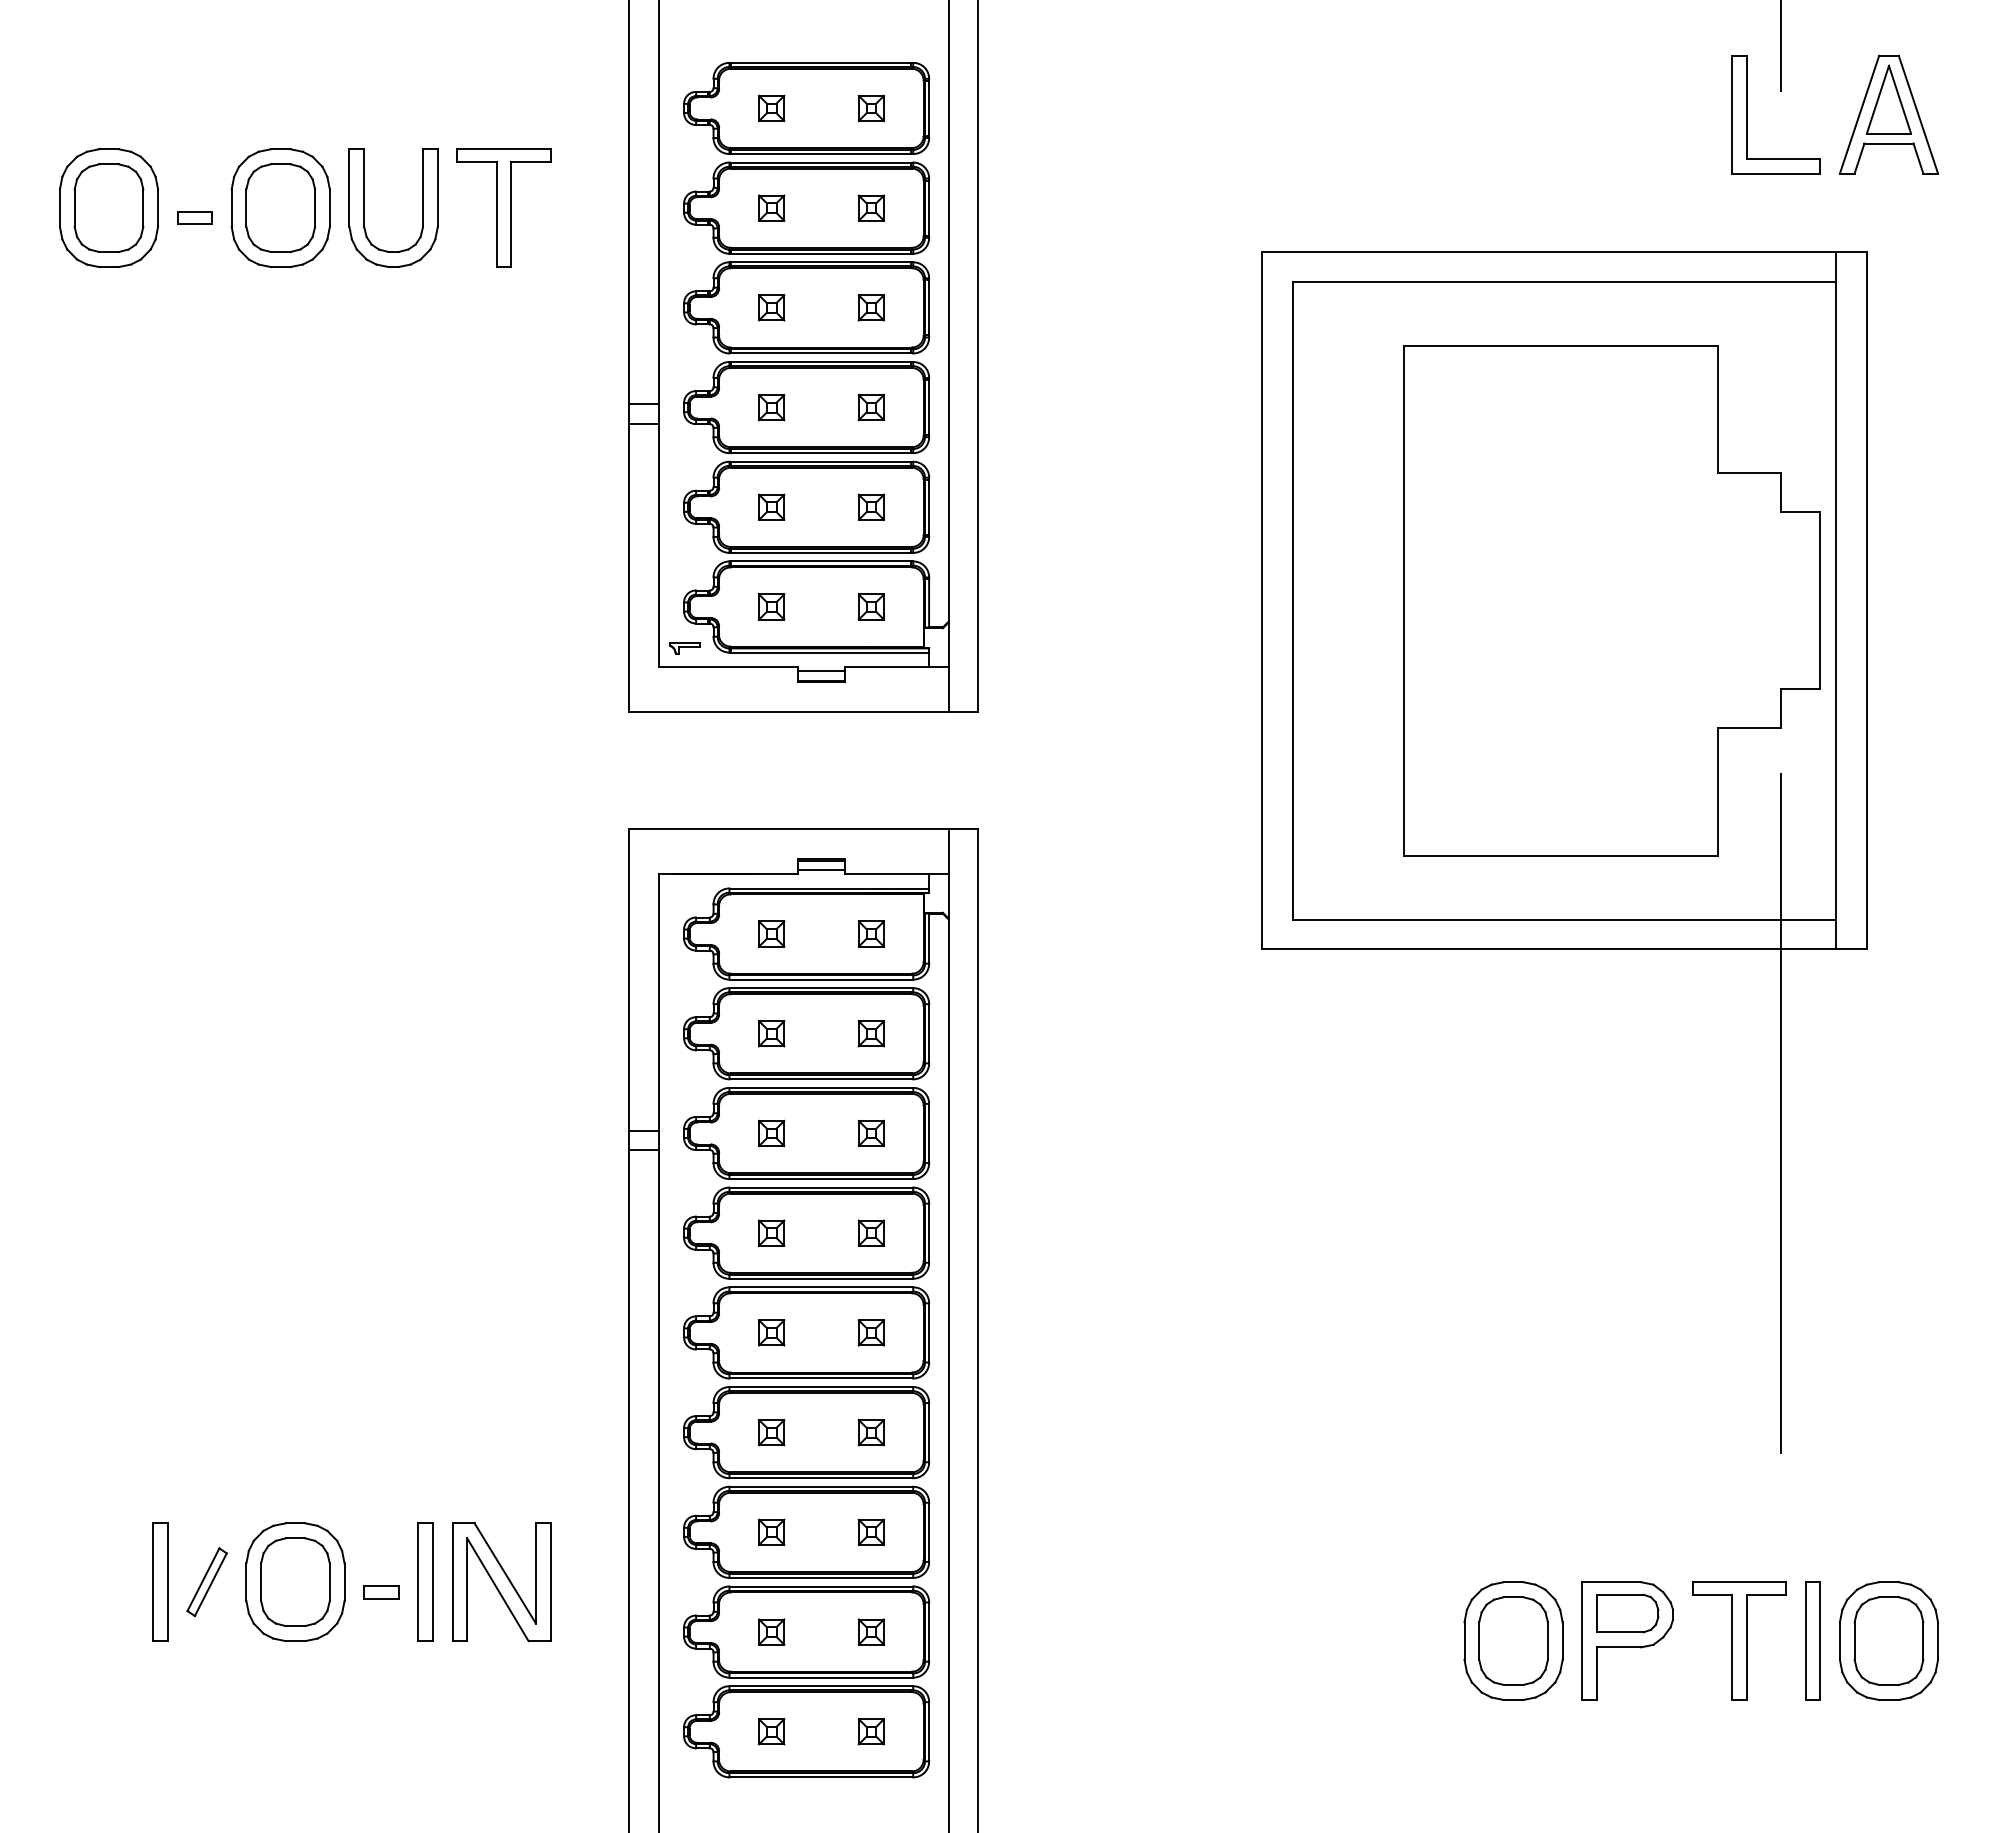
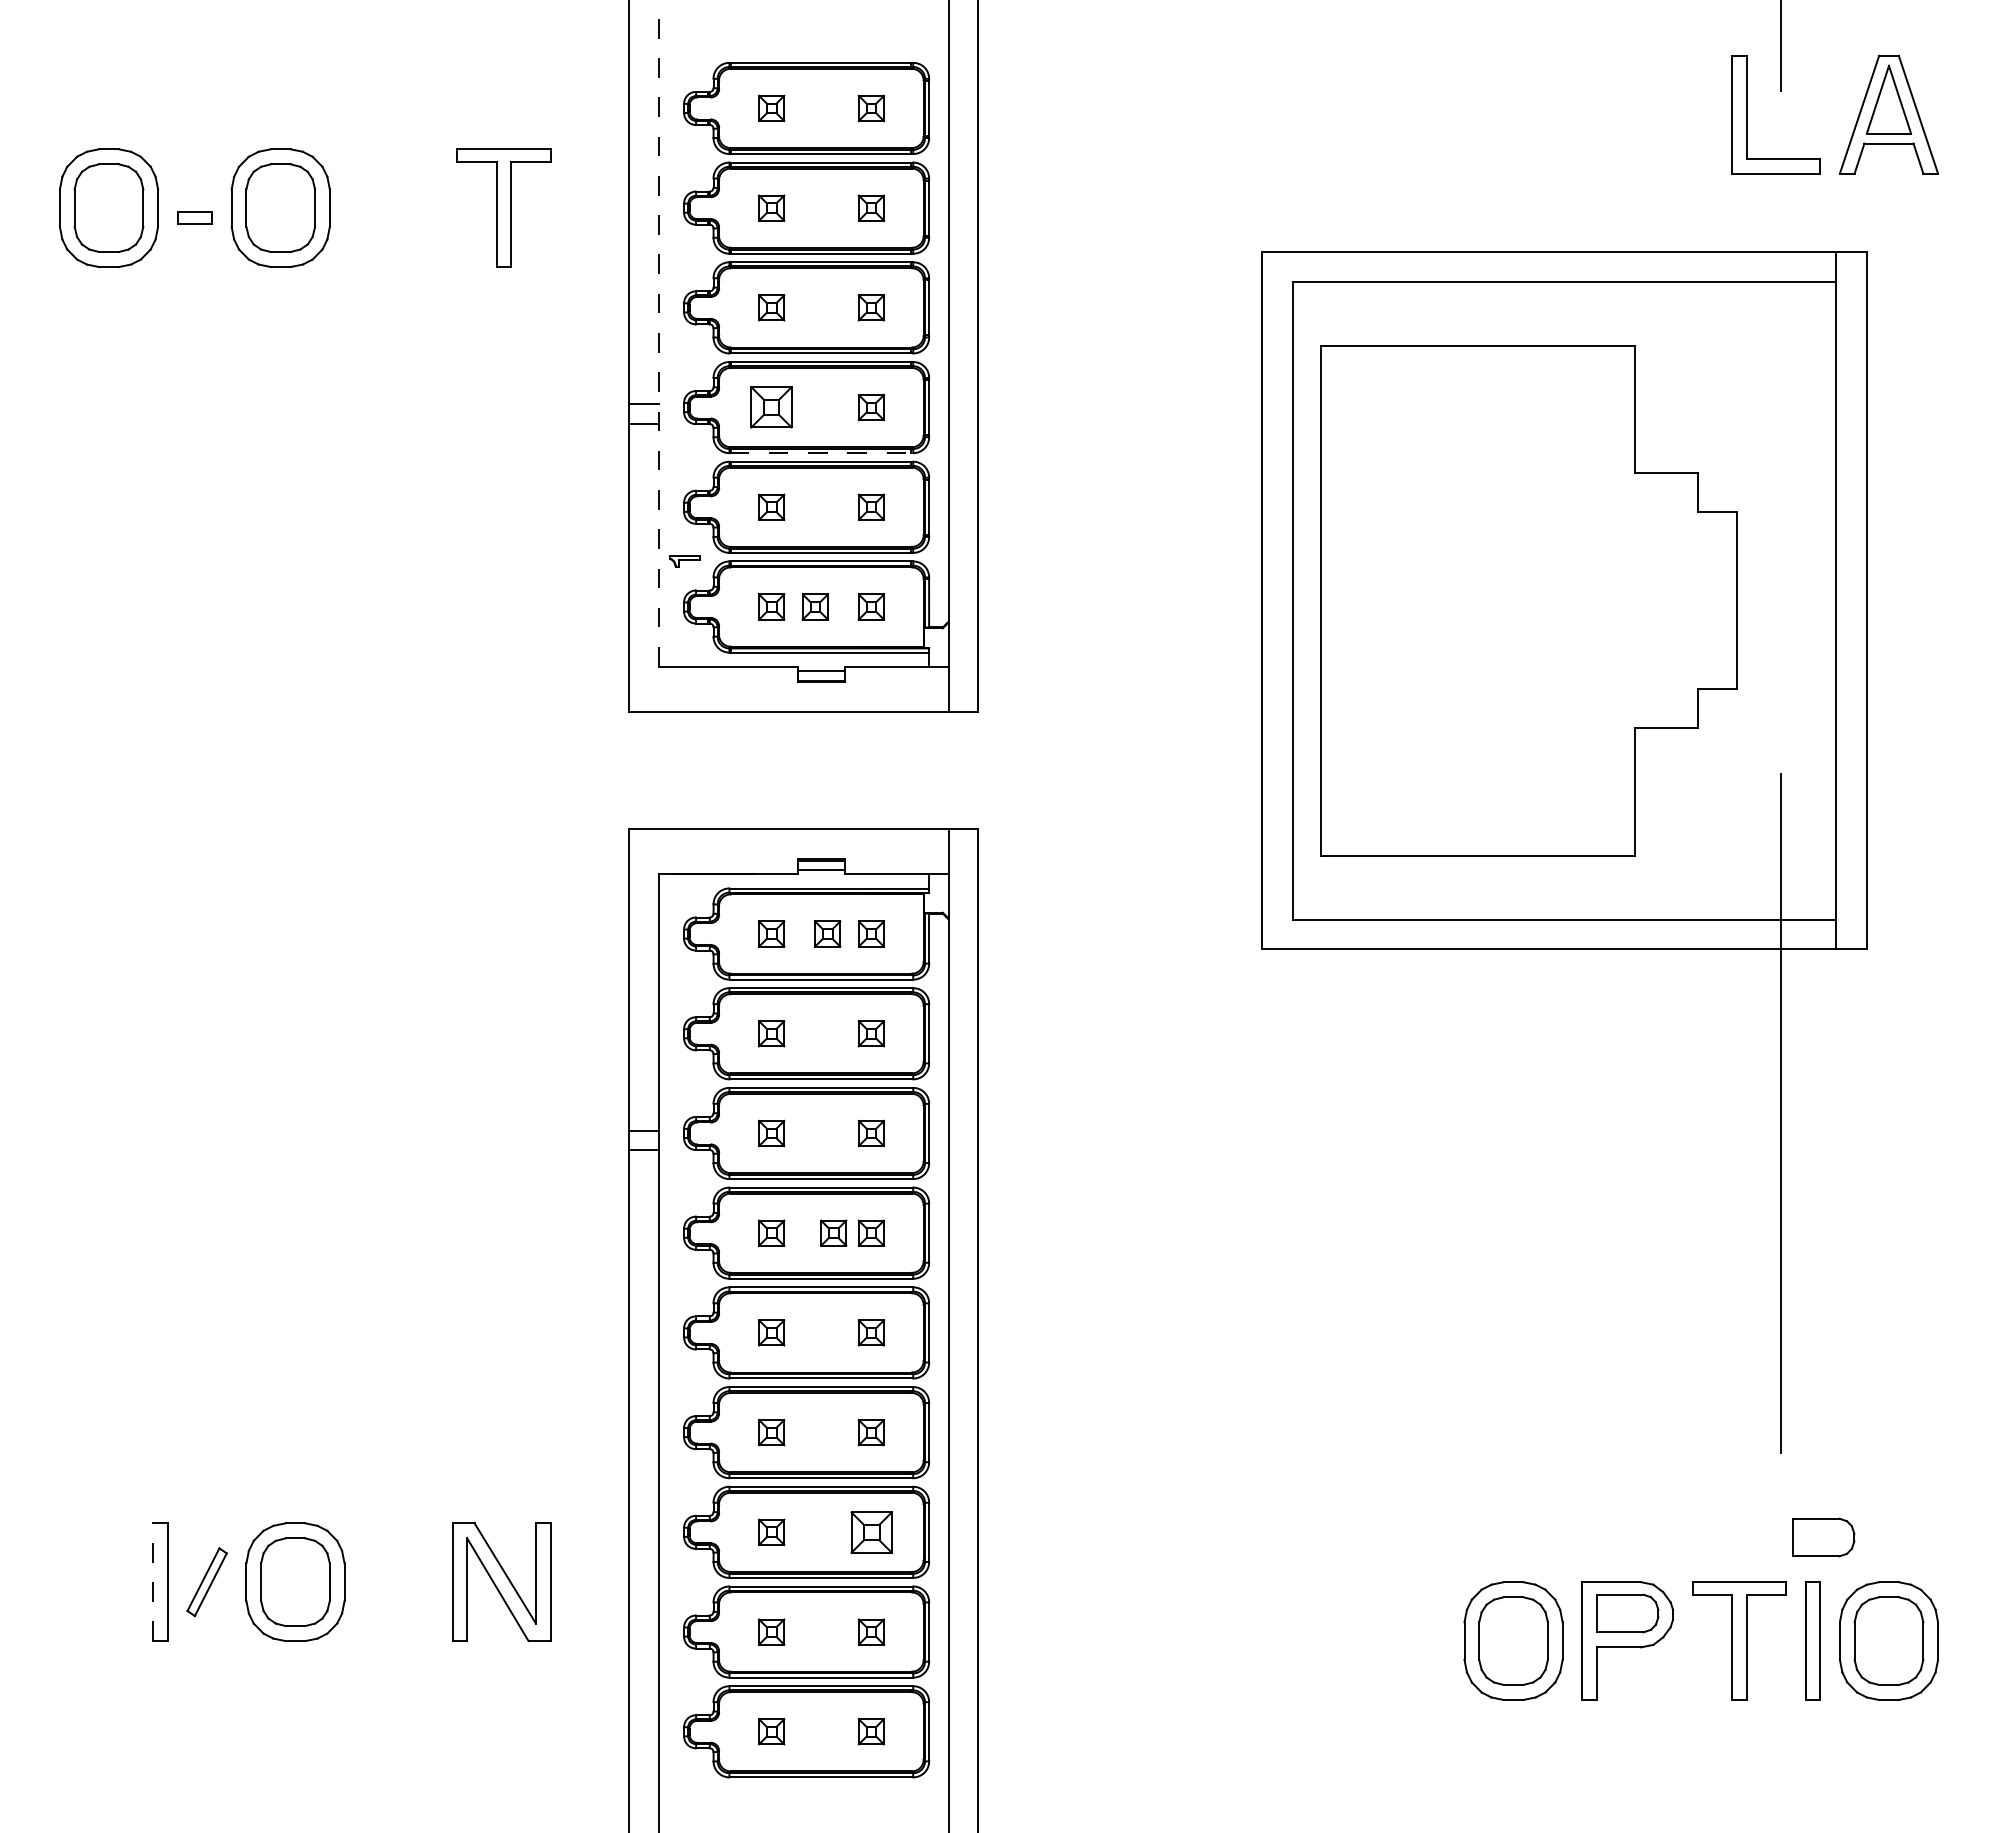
part at (364, 207): present -> none
line at (658, 333): solid -> dashed
part at (771, 407) size: 28x28 px -> 43x43 px
line at (821, 453): solid -> dashed
part at (1611, 600) position: (1611, 600) -> (1528, 600)
part at (814, 606): none -> present
part at (684, 648) position: (684, 648) -> (684, 561)
part at (827, 933): none -> present
part at (833, 1232): none -> present
part at (870, 1531) size: 28x28 px -> 43x43 px
part at (1823, 1537): none -> present
part at (425, 1581): present -> none
line at (153, 1582): solid -> dashed
part at (381, 1592): present -> none
